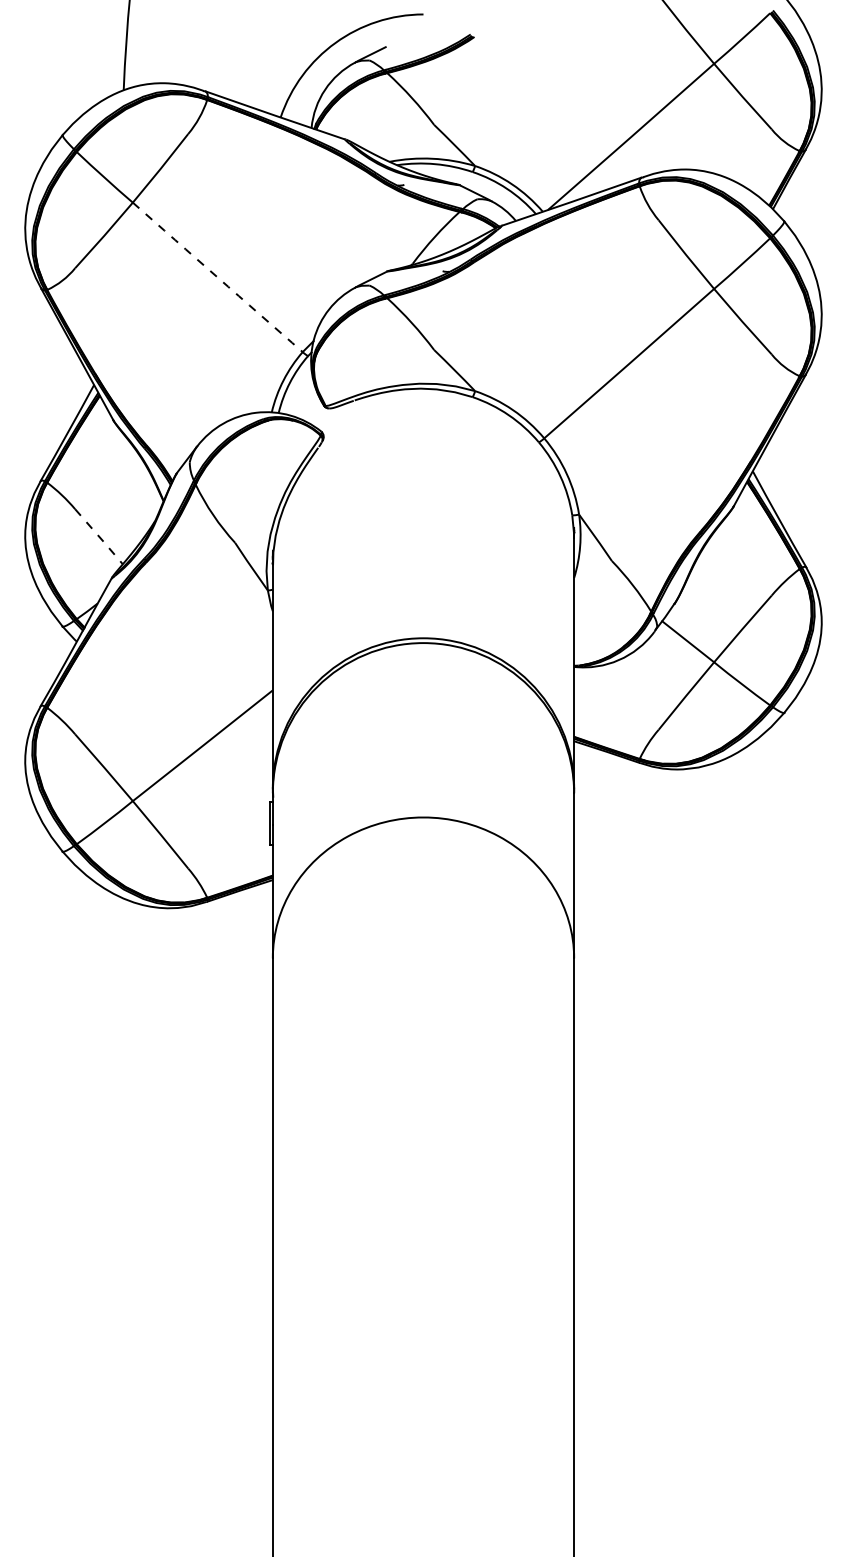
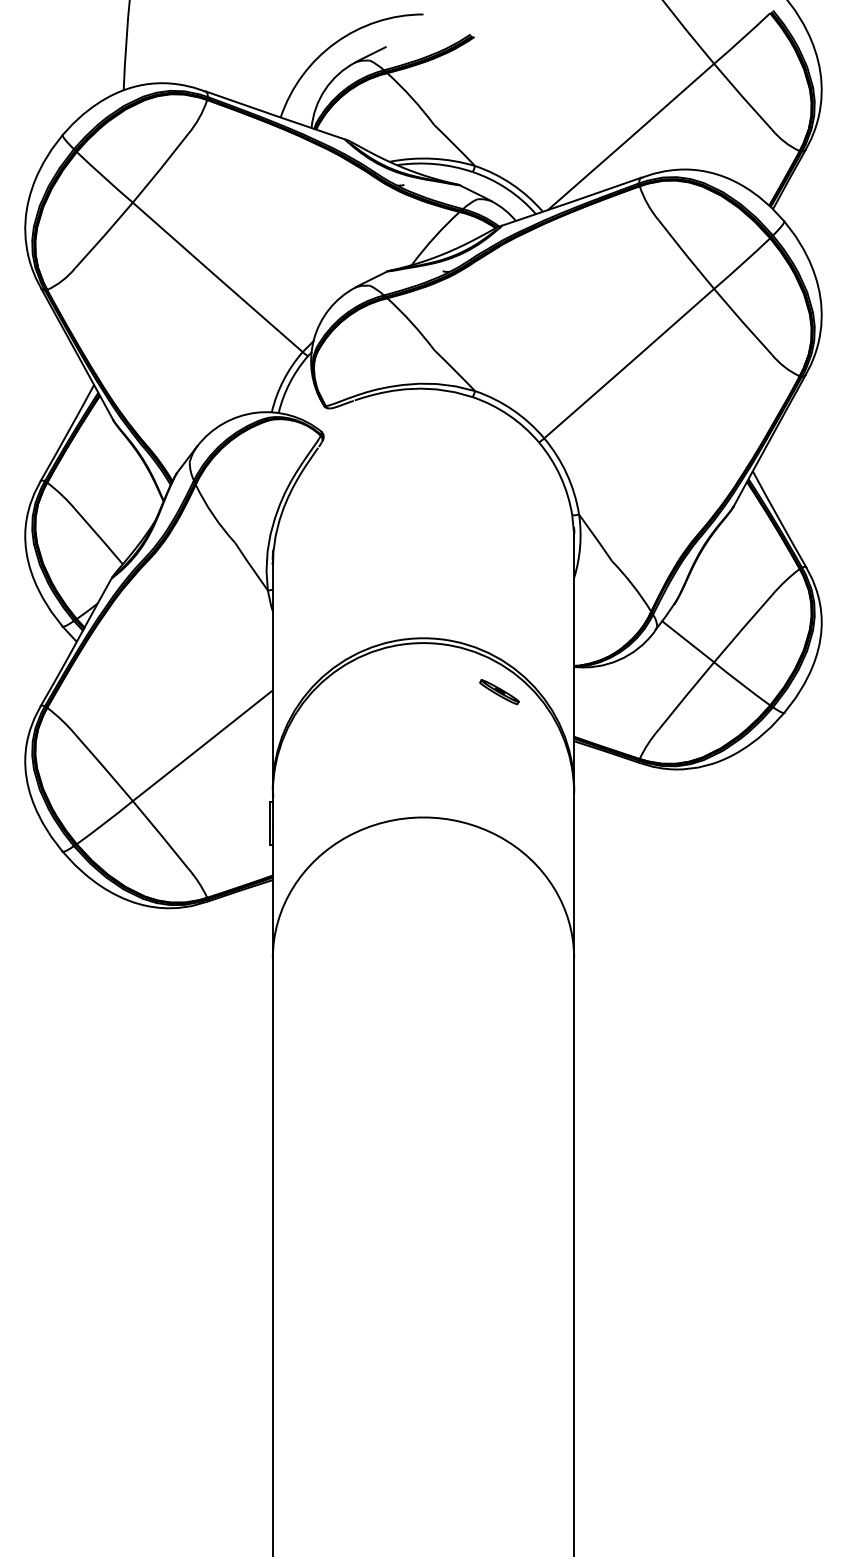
arc at (217, 277): dashed -> solid
line at (99, 537): dashed -> solid
part at (499, 692): none -> present
